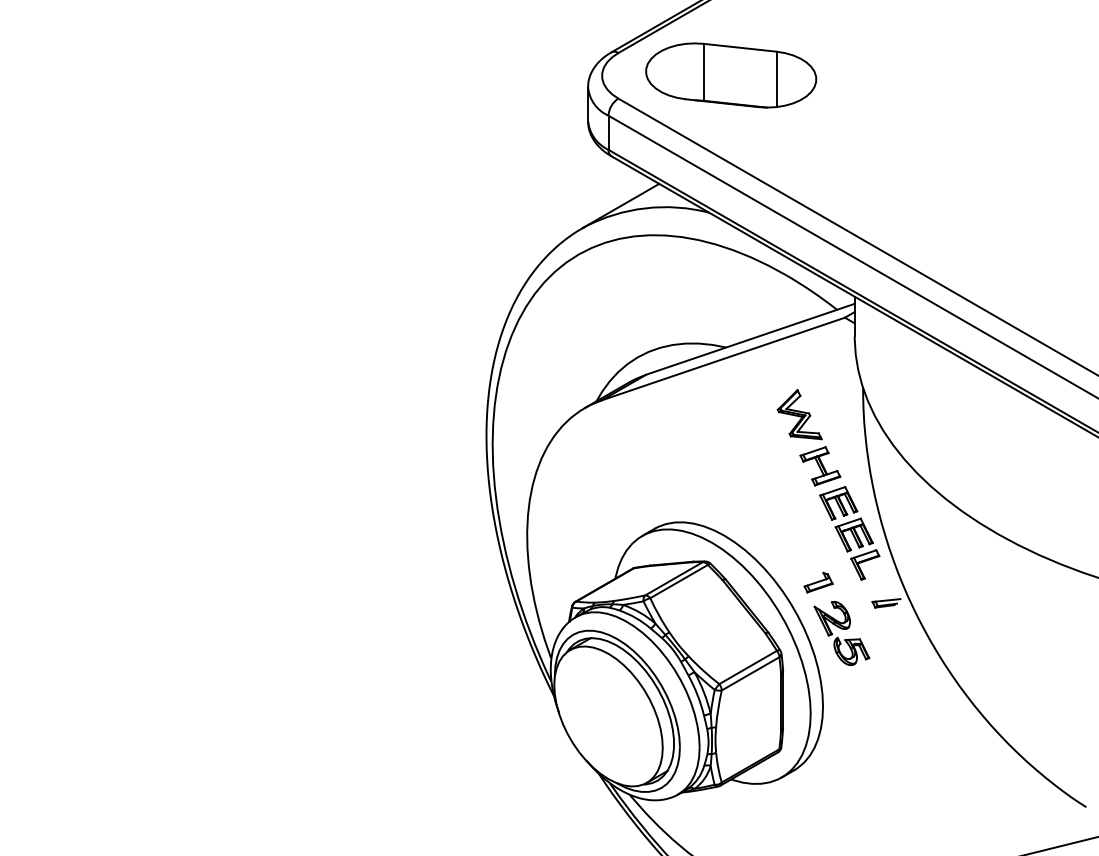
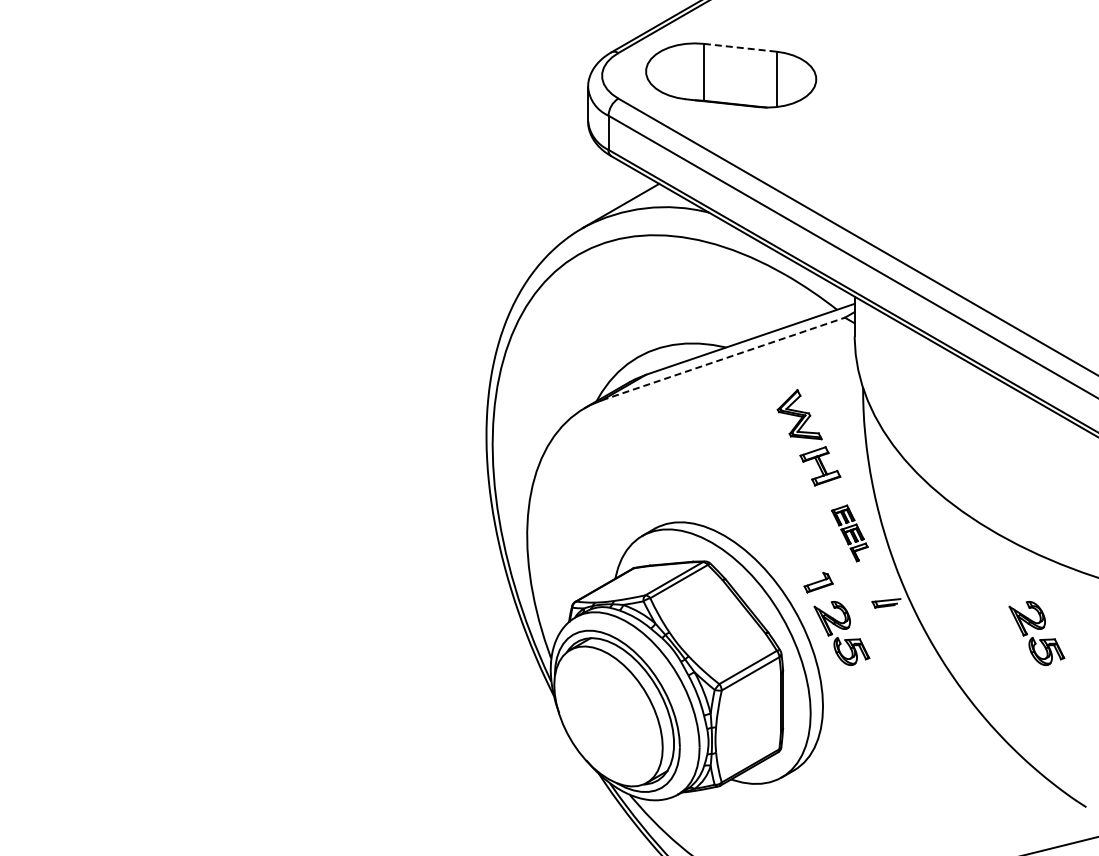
line at (740, 47): solid -> dashed
line at (723, 358): solid -> dashed
part at (849, 533) size: 62x95 px -> 38x59 px
part at (1036, 633): none -> present
